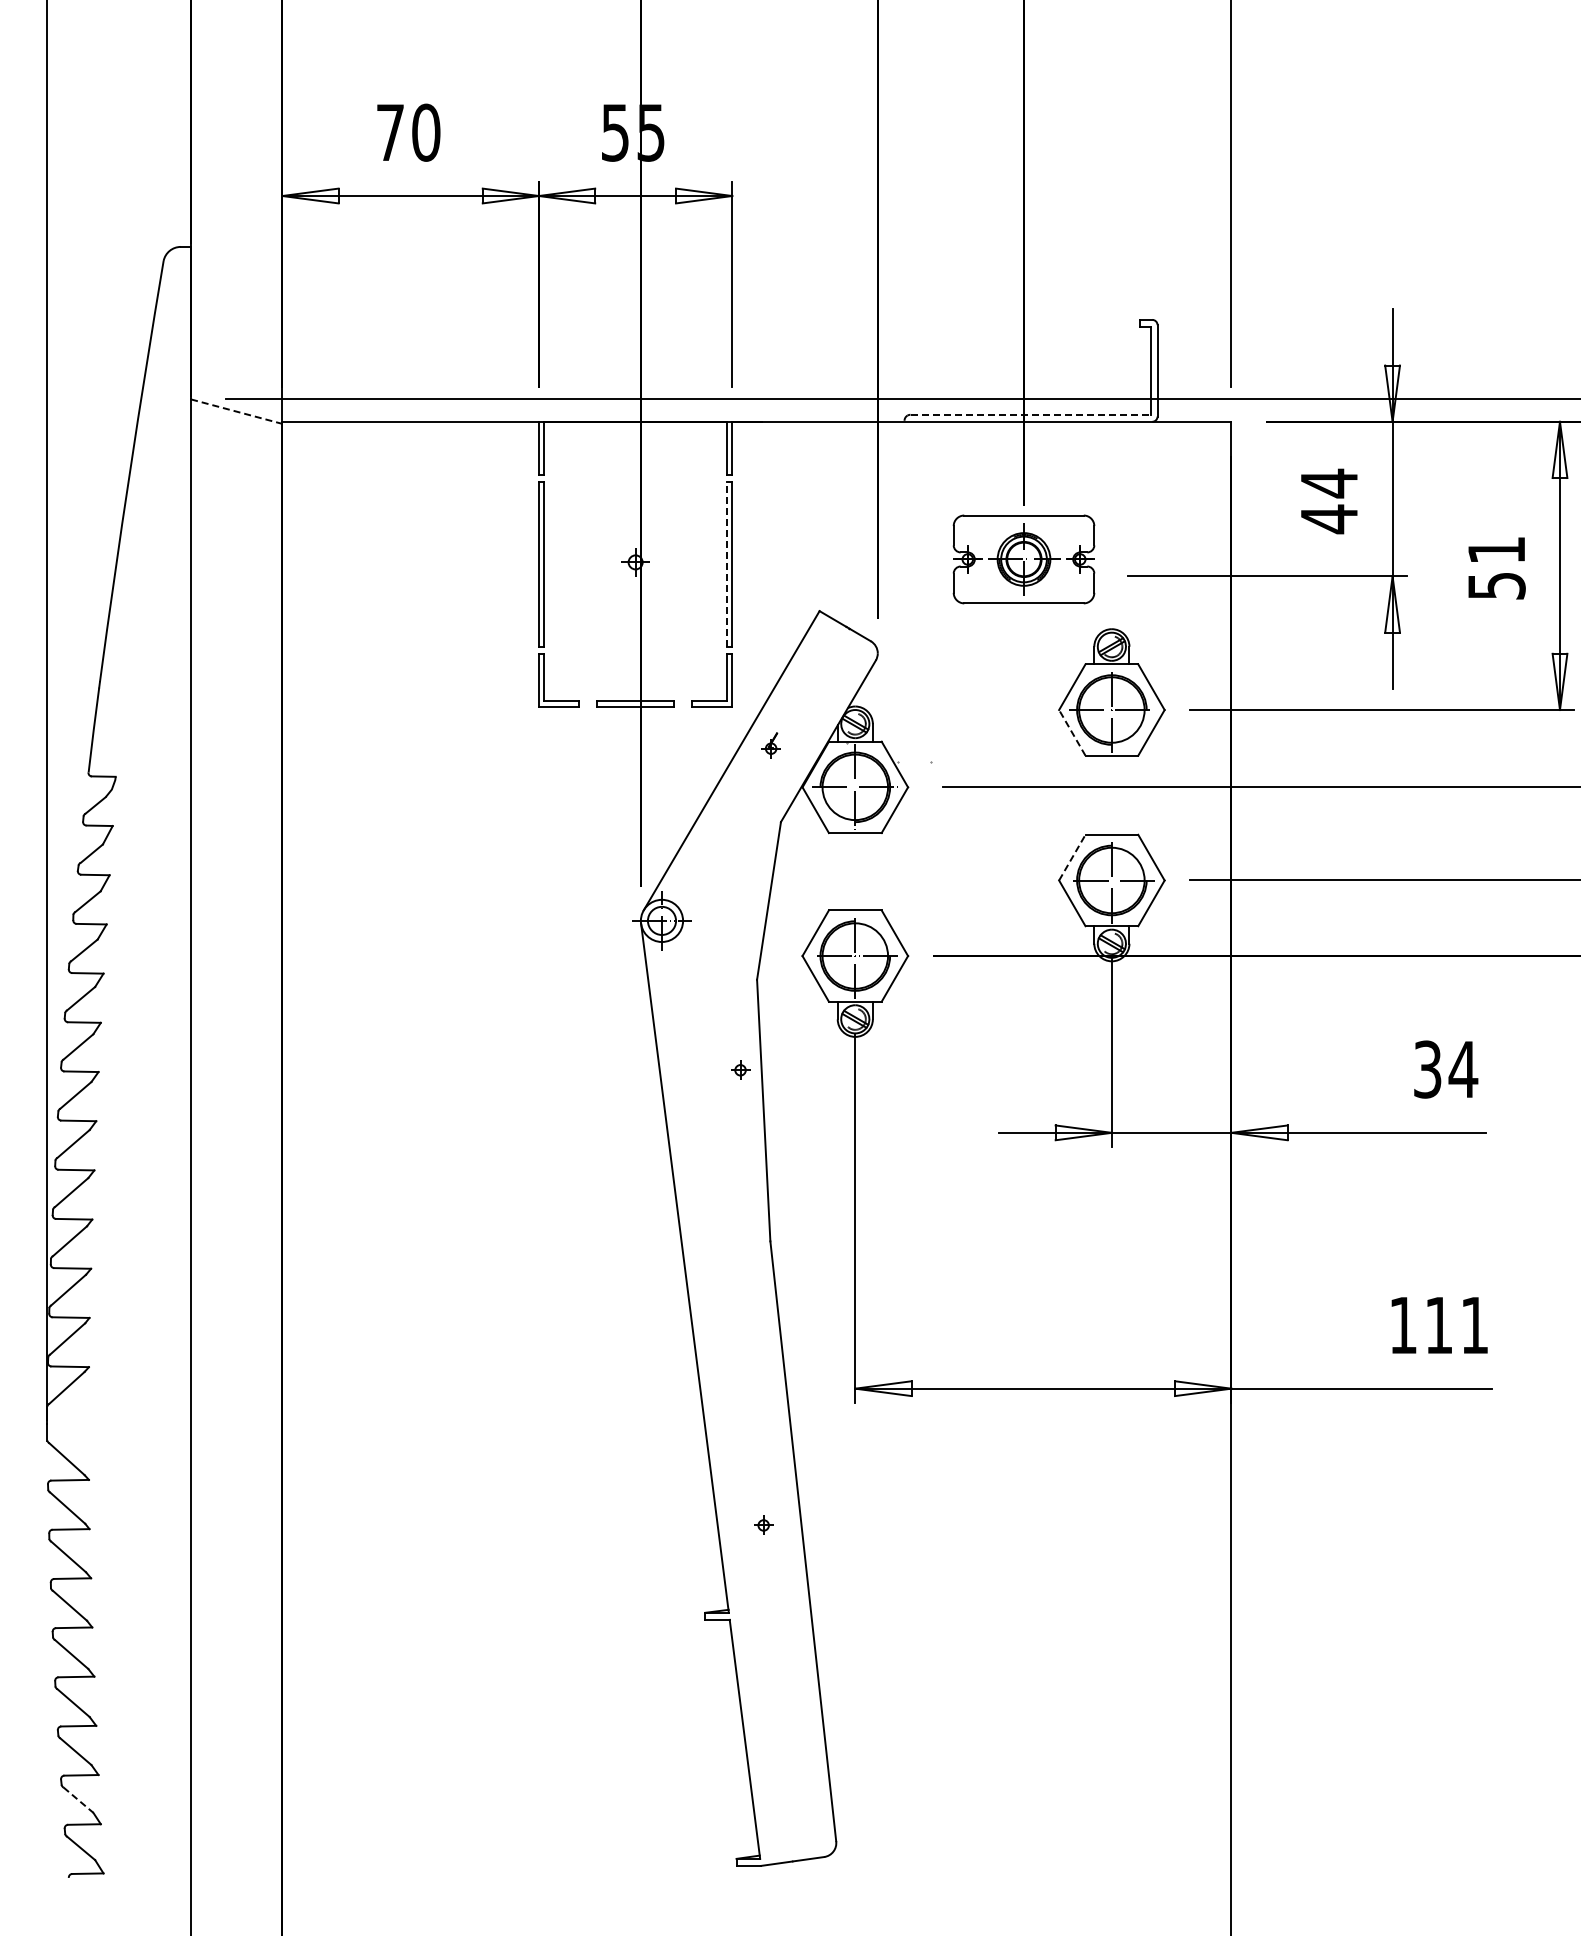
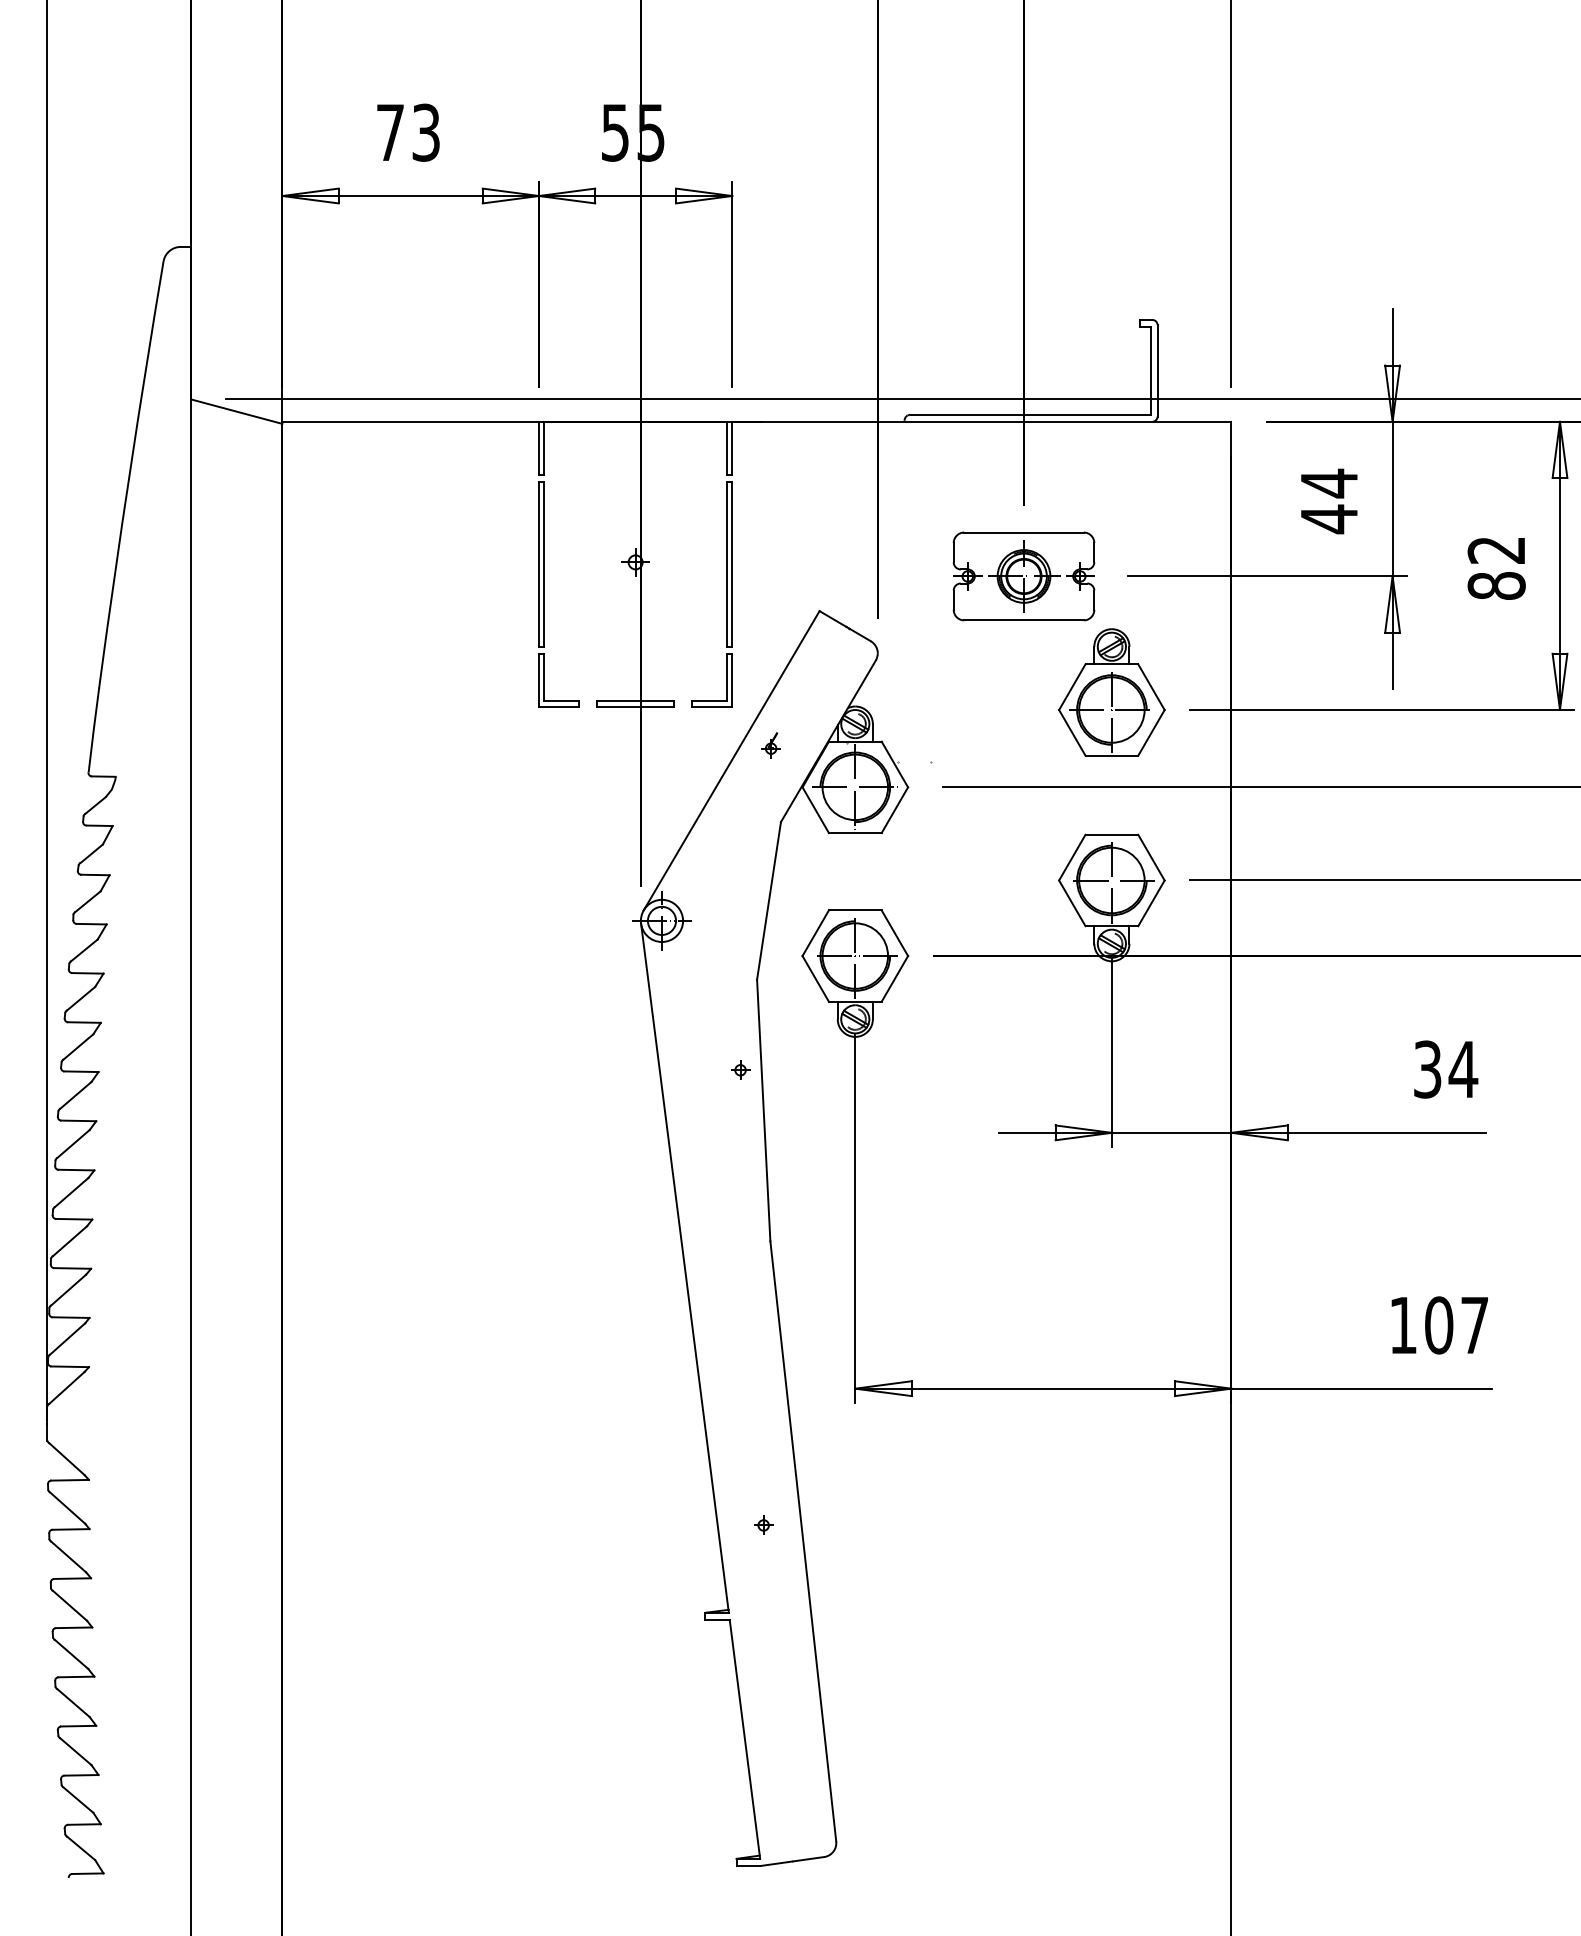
text at (426, 132): 70 -> 73
line at (237, 411): dashed -> solid
line at (1031, 414): dashed -> solid
part at (1023, 559) position: (1023, 559) -> (1023, 576)
line at (727, 564): dashed -> solid
text at (1496, 568): 51 -> 82
line at (1072, 732): dashed -> solid
line at (1072, 857): dashed -> solid
text at (1456, 1325): 111 -> 107
line at (78, 1800): dashed -> solid
